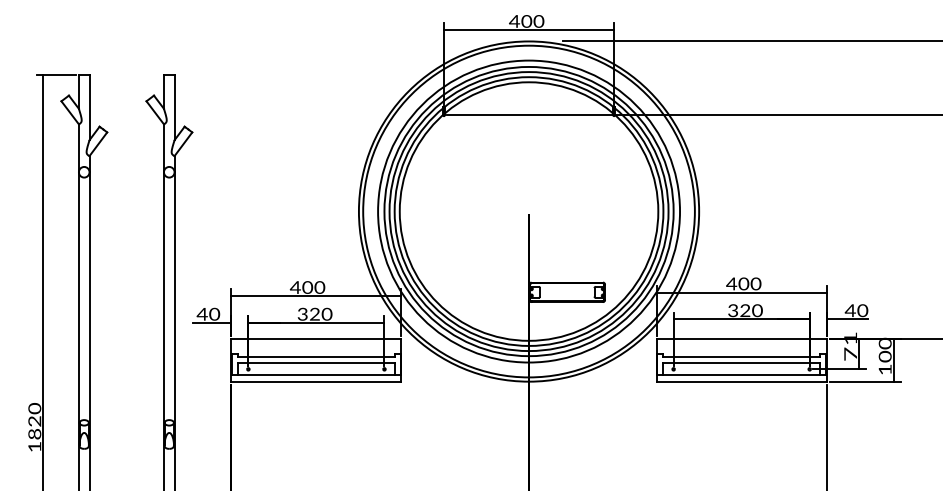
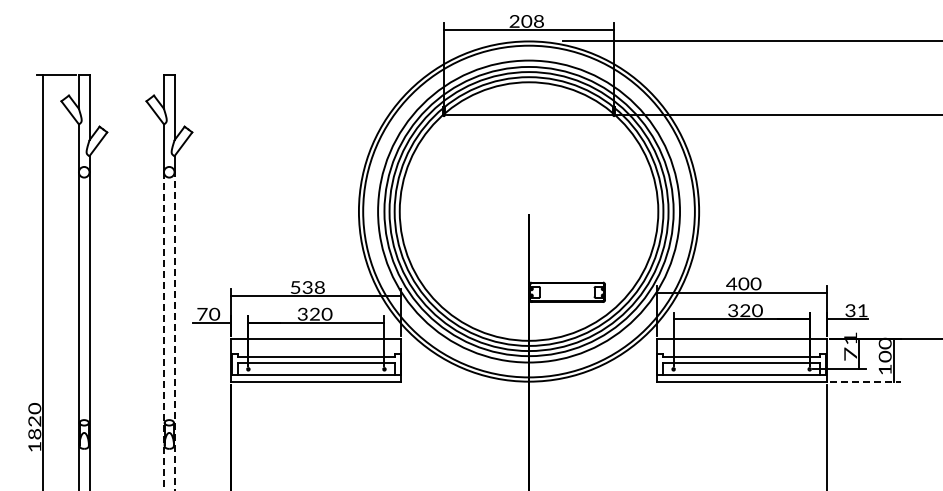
text at (526, 21): 400 -> 208
text at (307, 287): 400 -> 538
text at (856, 310): 40 -> 31
text at (201, 314): 40 -> 70
line at (174, 331): solid -> dashed
line at (163, 332): solid -> dashed
line at (865, 381): solid -> dashed
